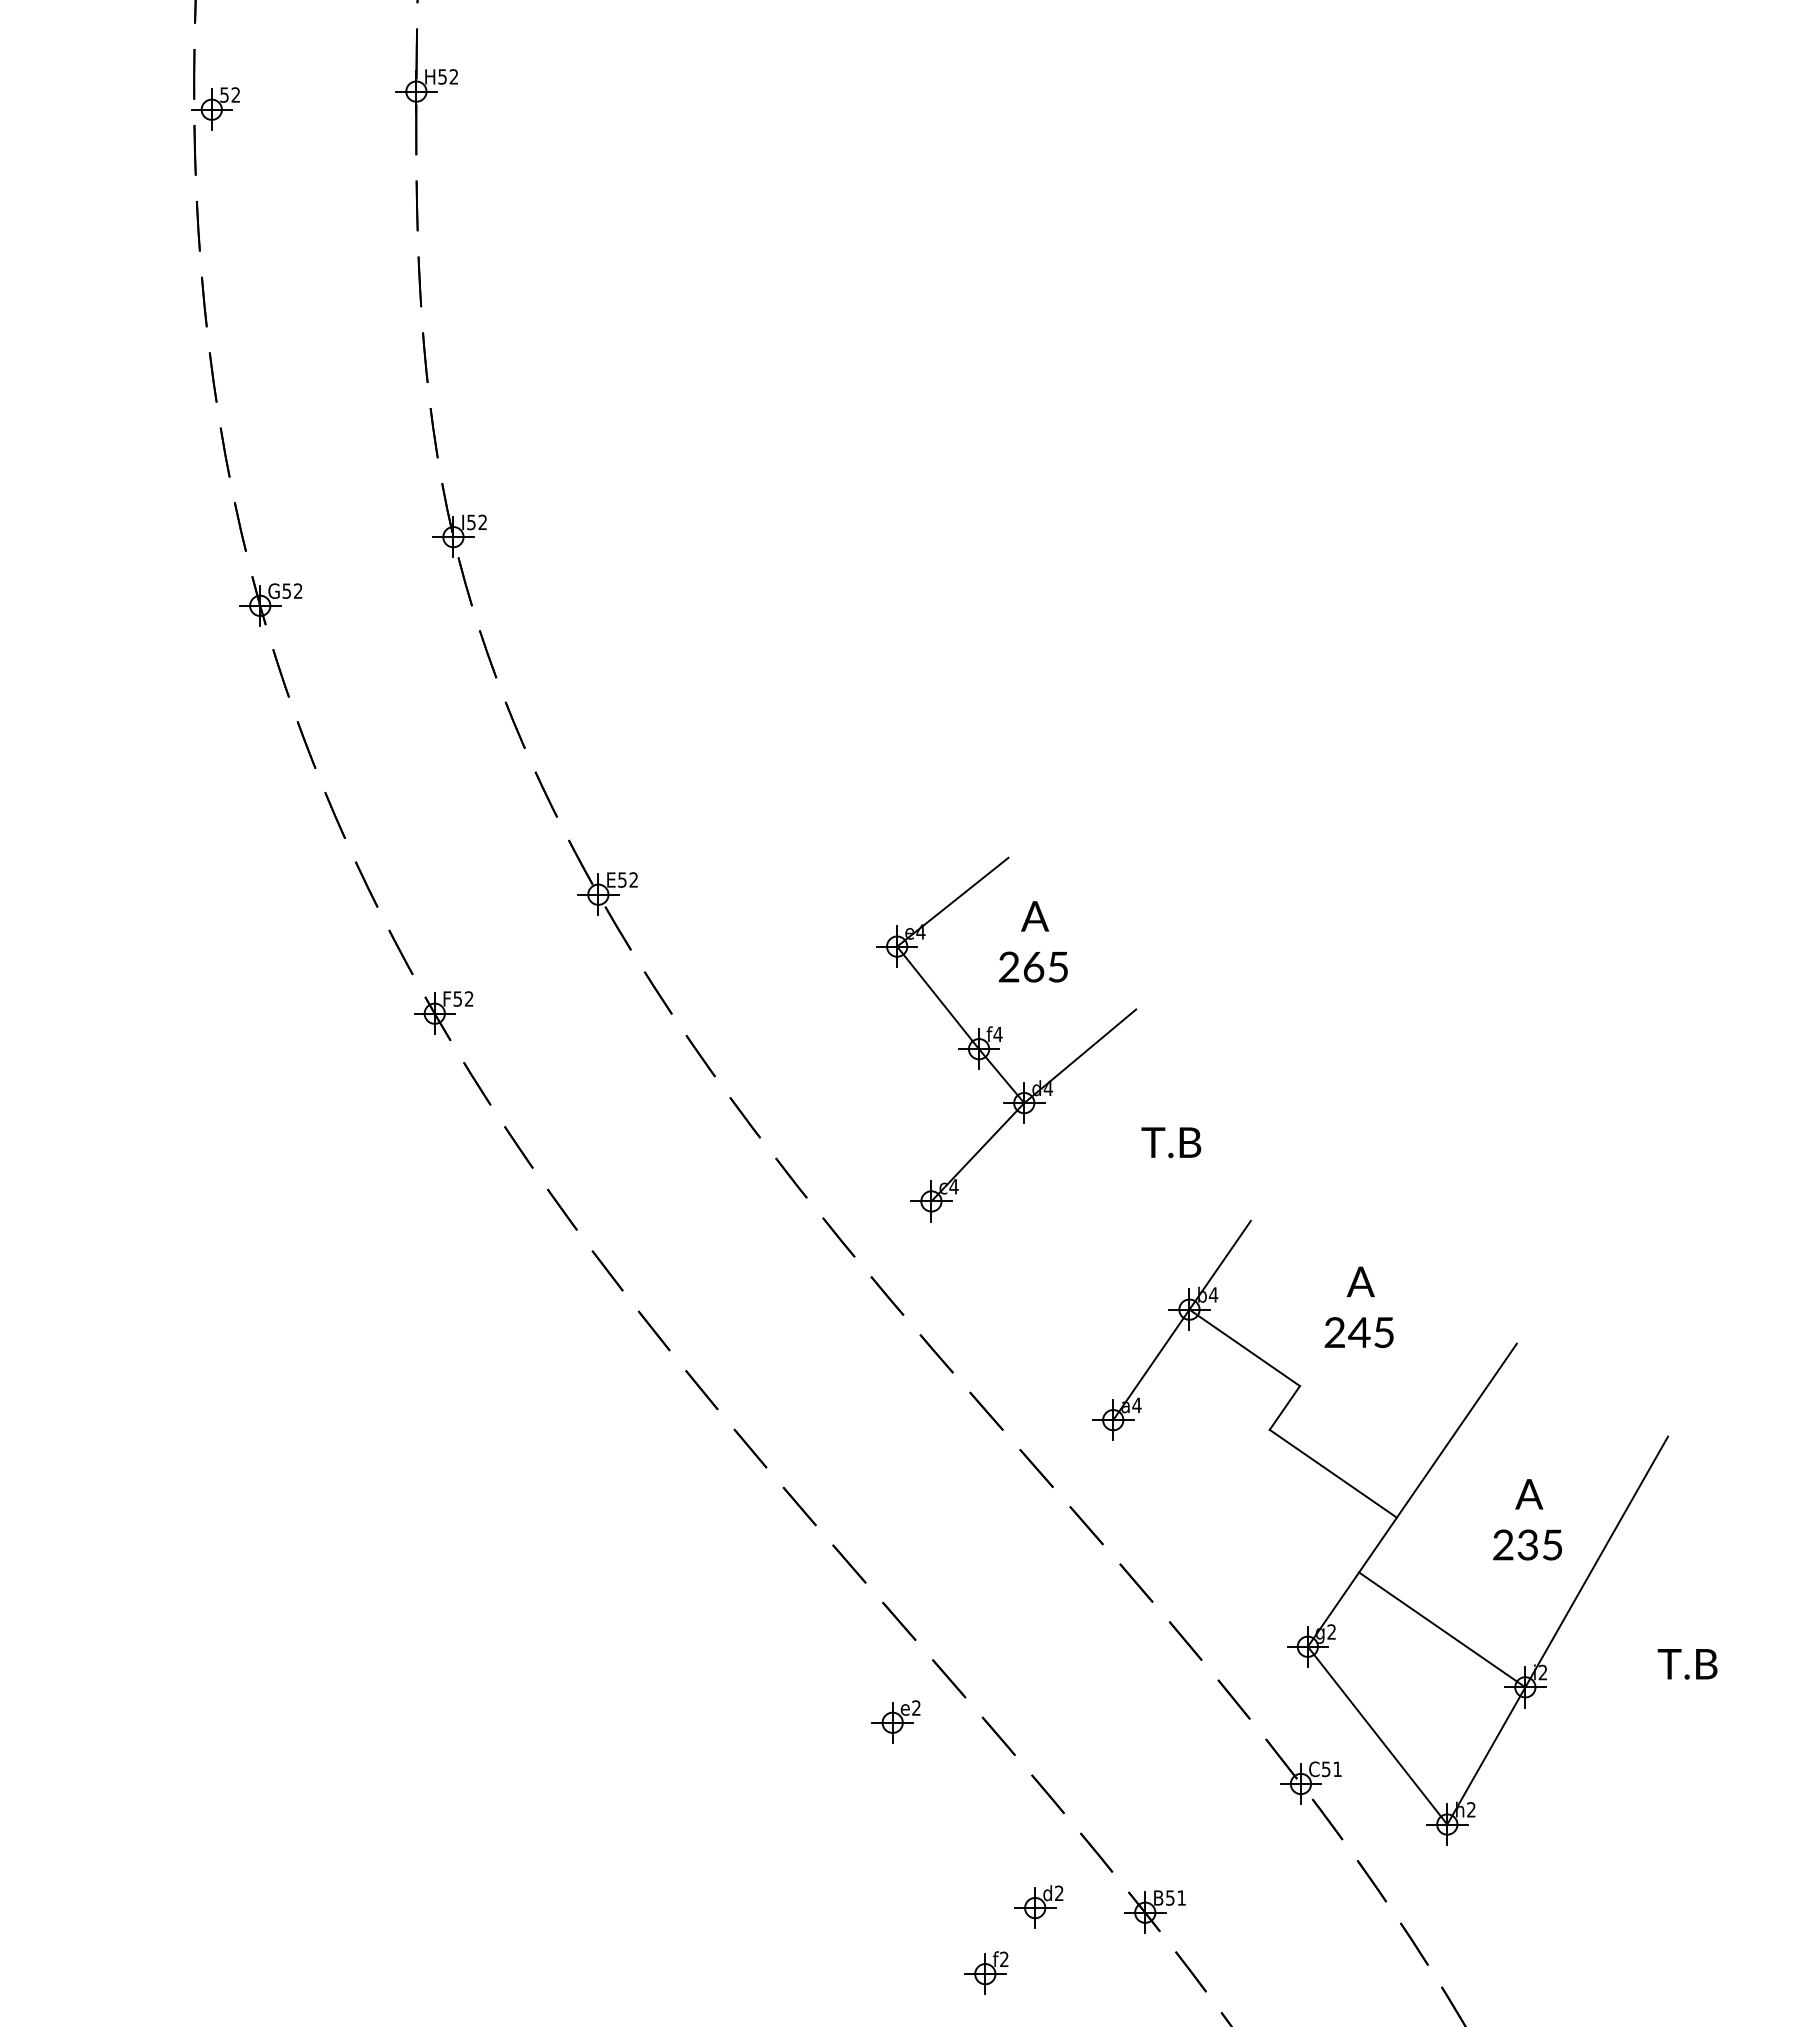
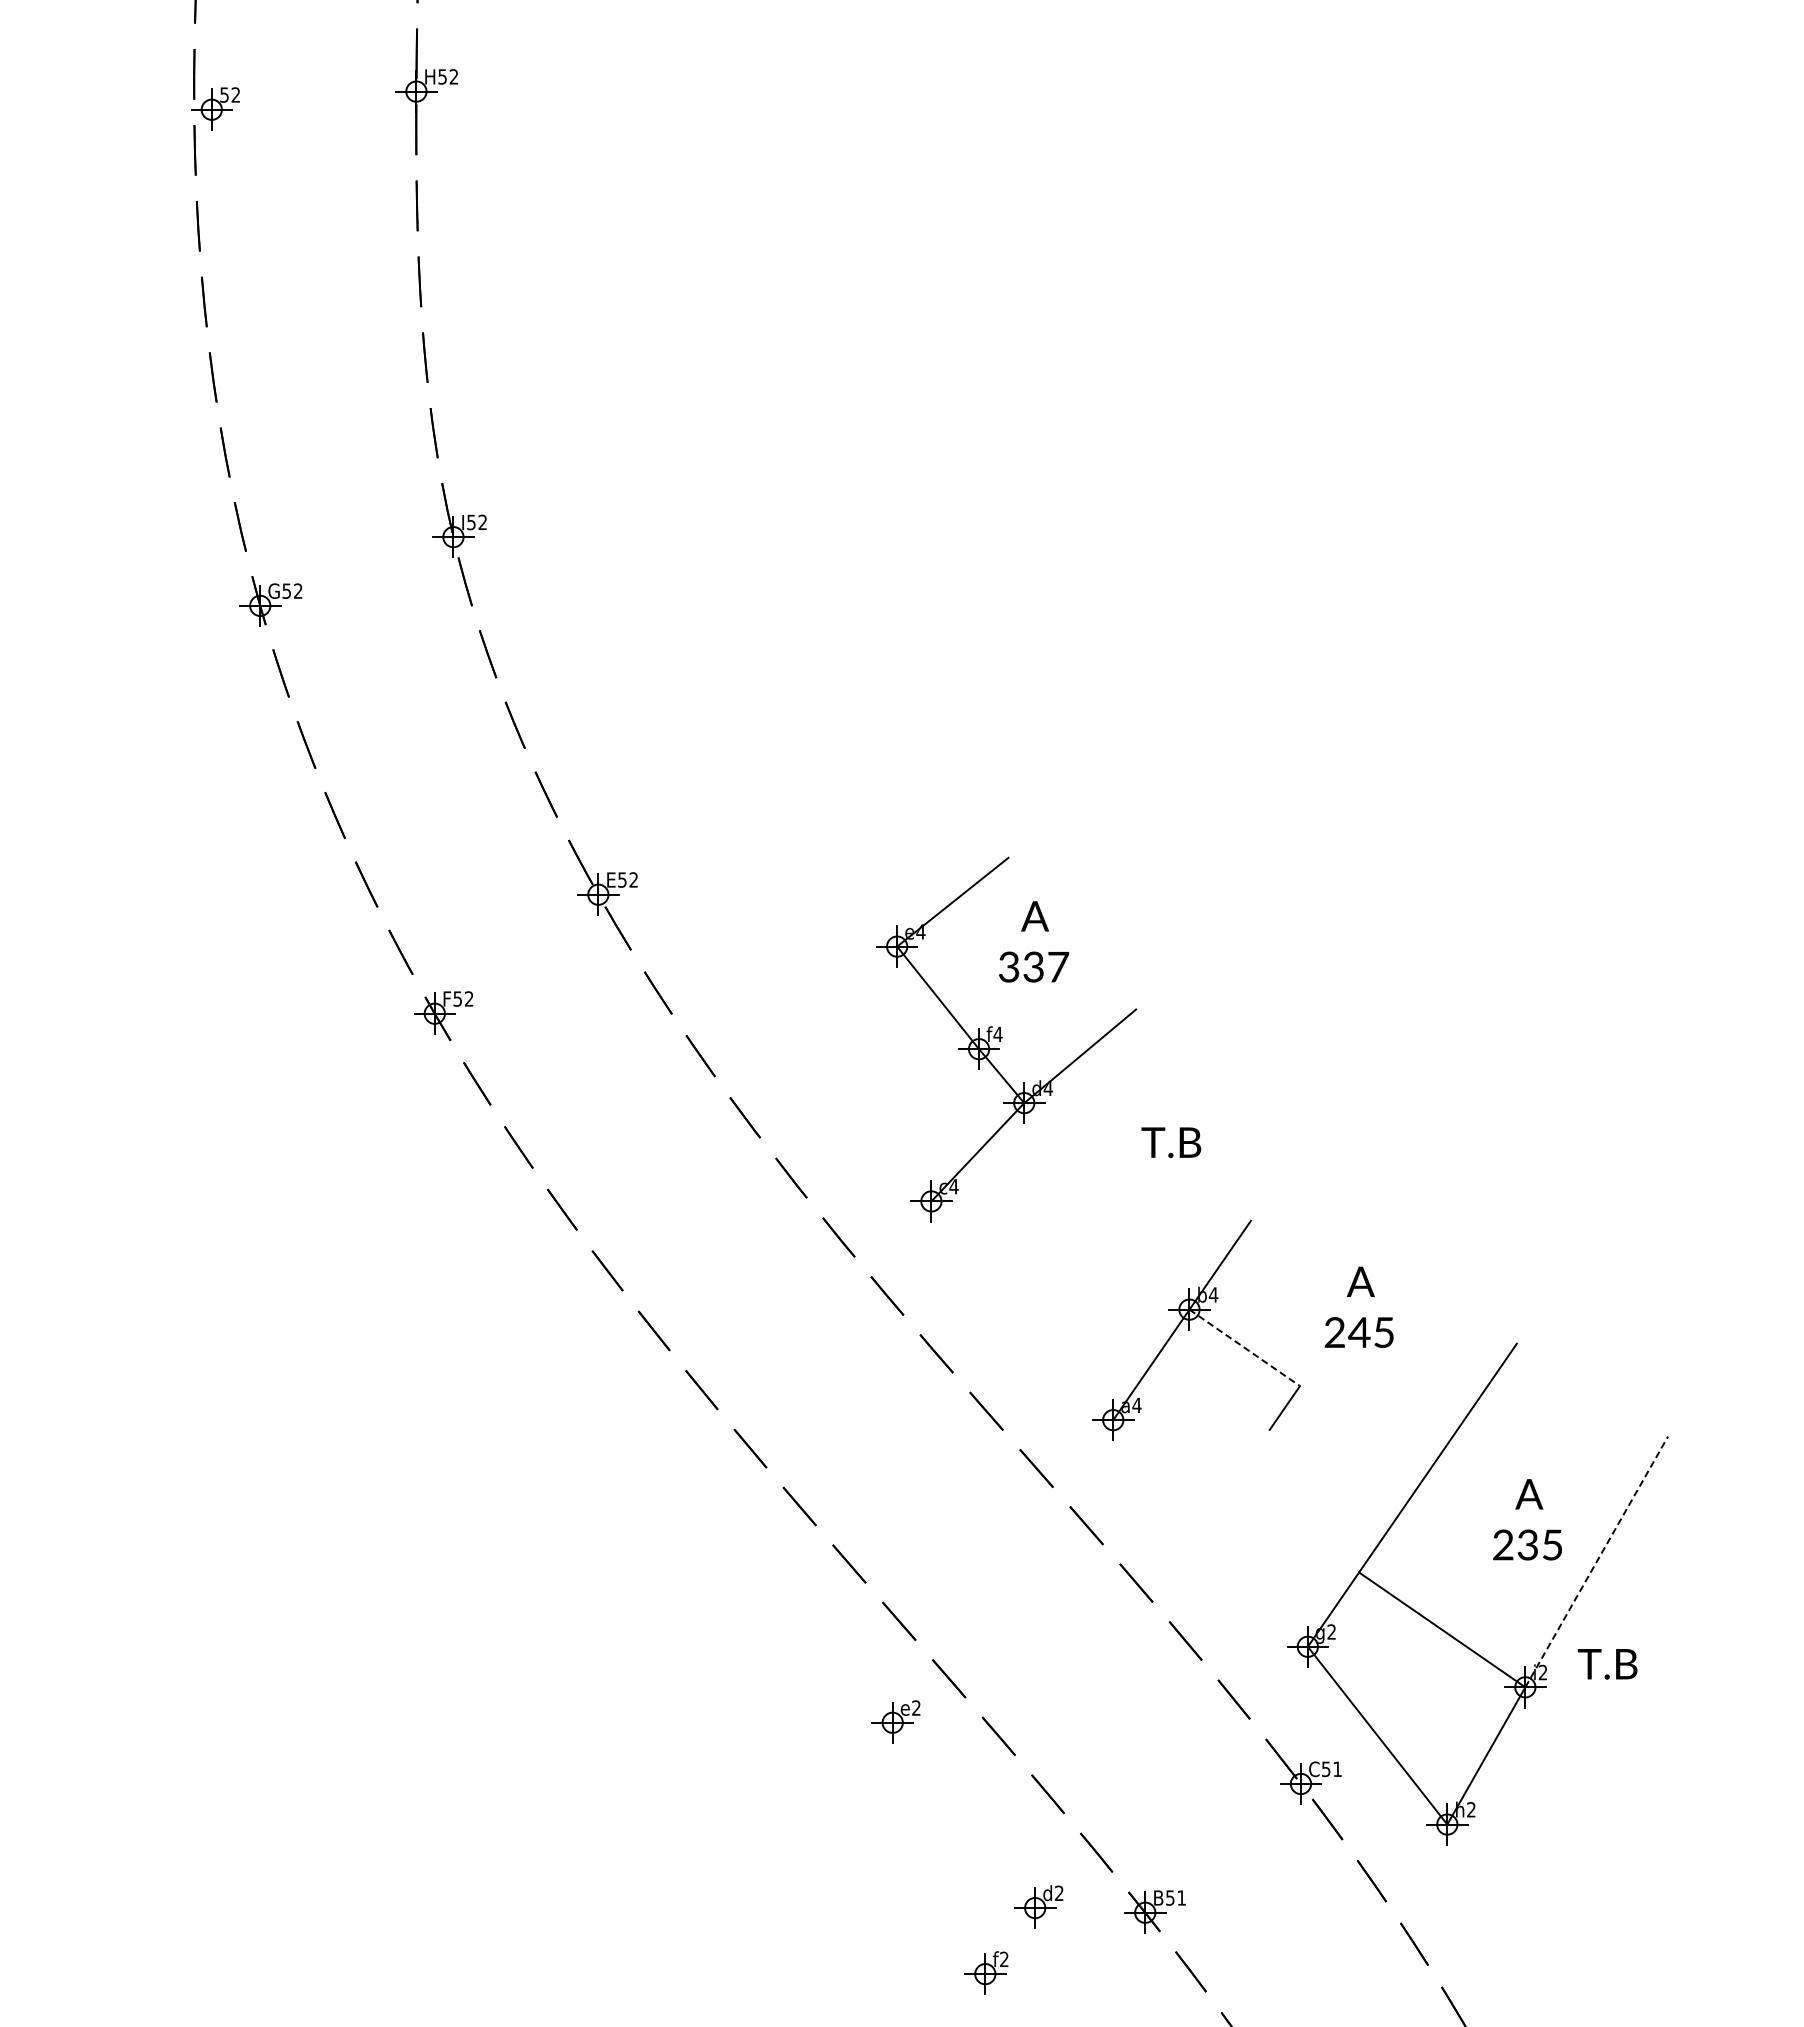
text at (1033, 966): 265 -> 337
line at (1245, 1348): solid -> dashed
line at (1332, 1473): present -> none
line at (1596, 1561): solid -> dashed
text at (1687, 1664) position: (1687, 1664) -> (1607, 1664)
